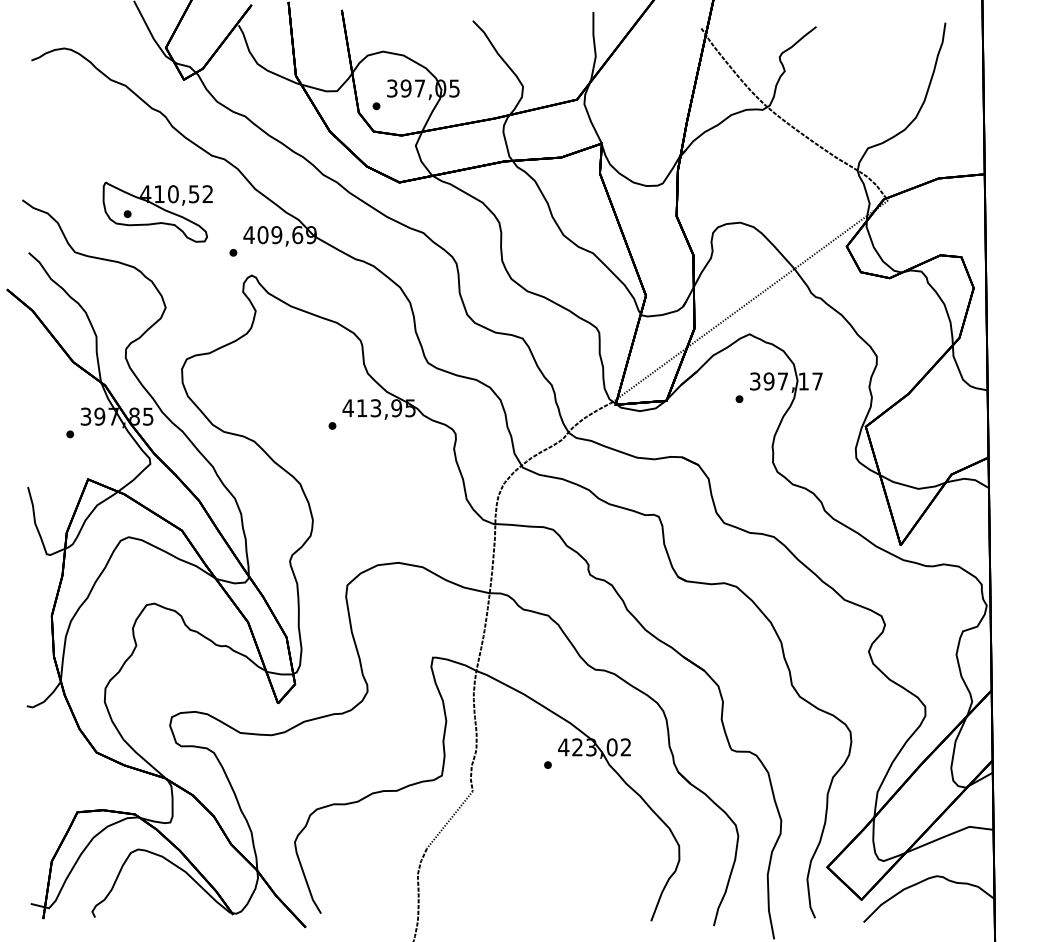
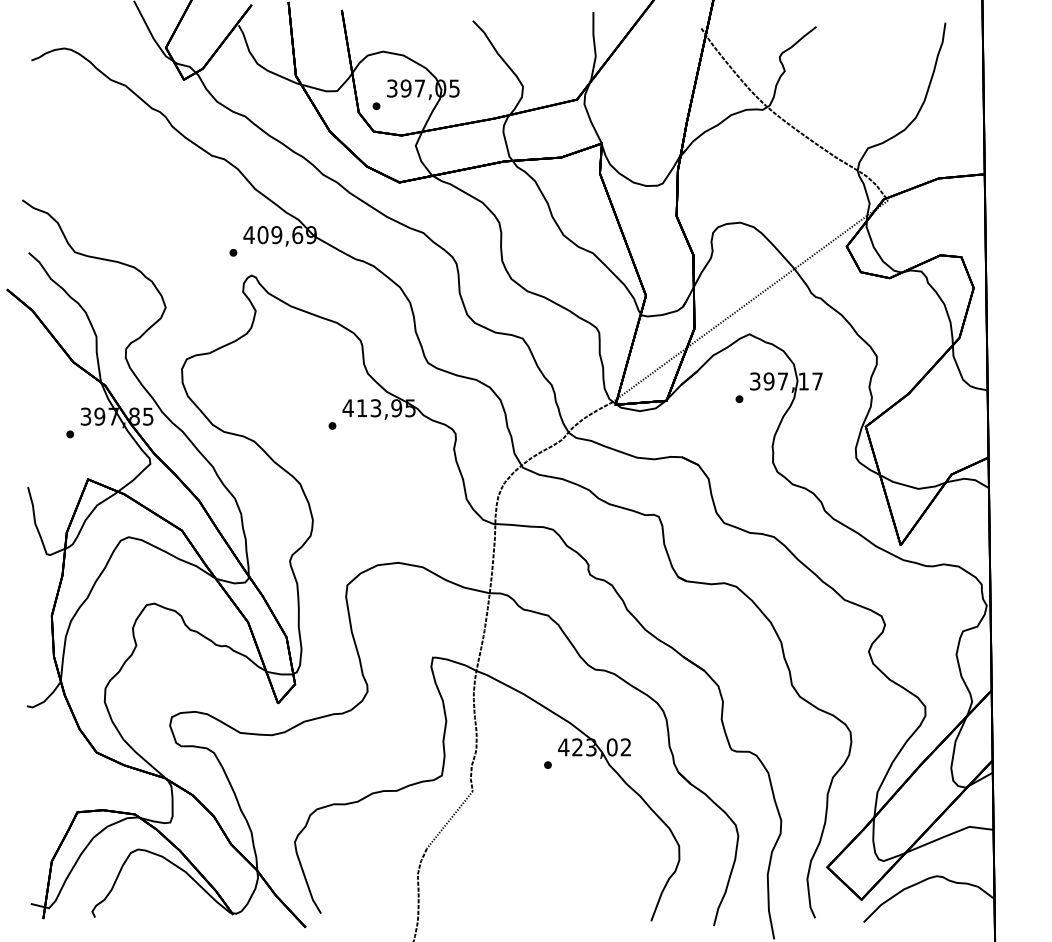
part at (157, 211): present -> none
